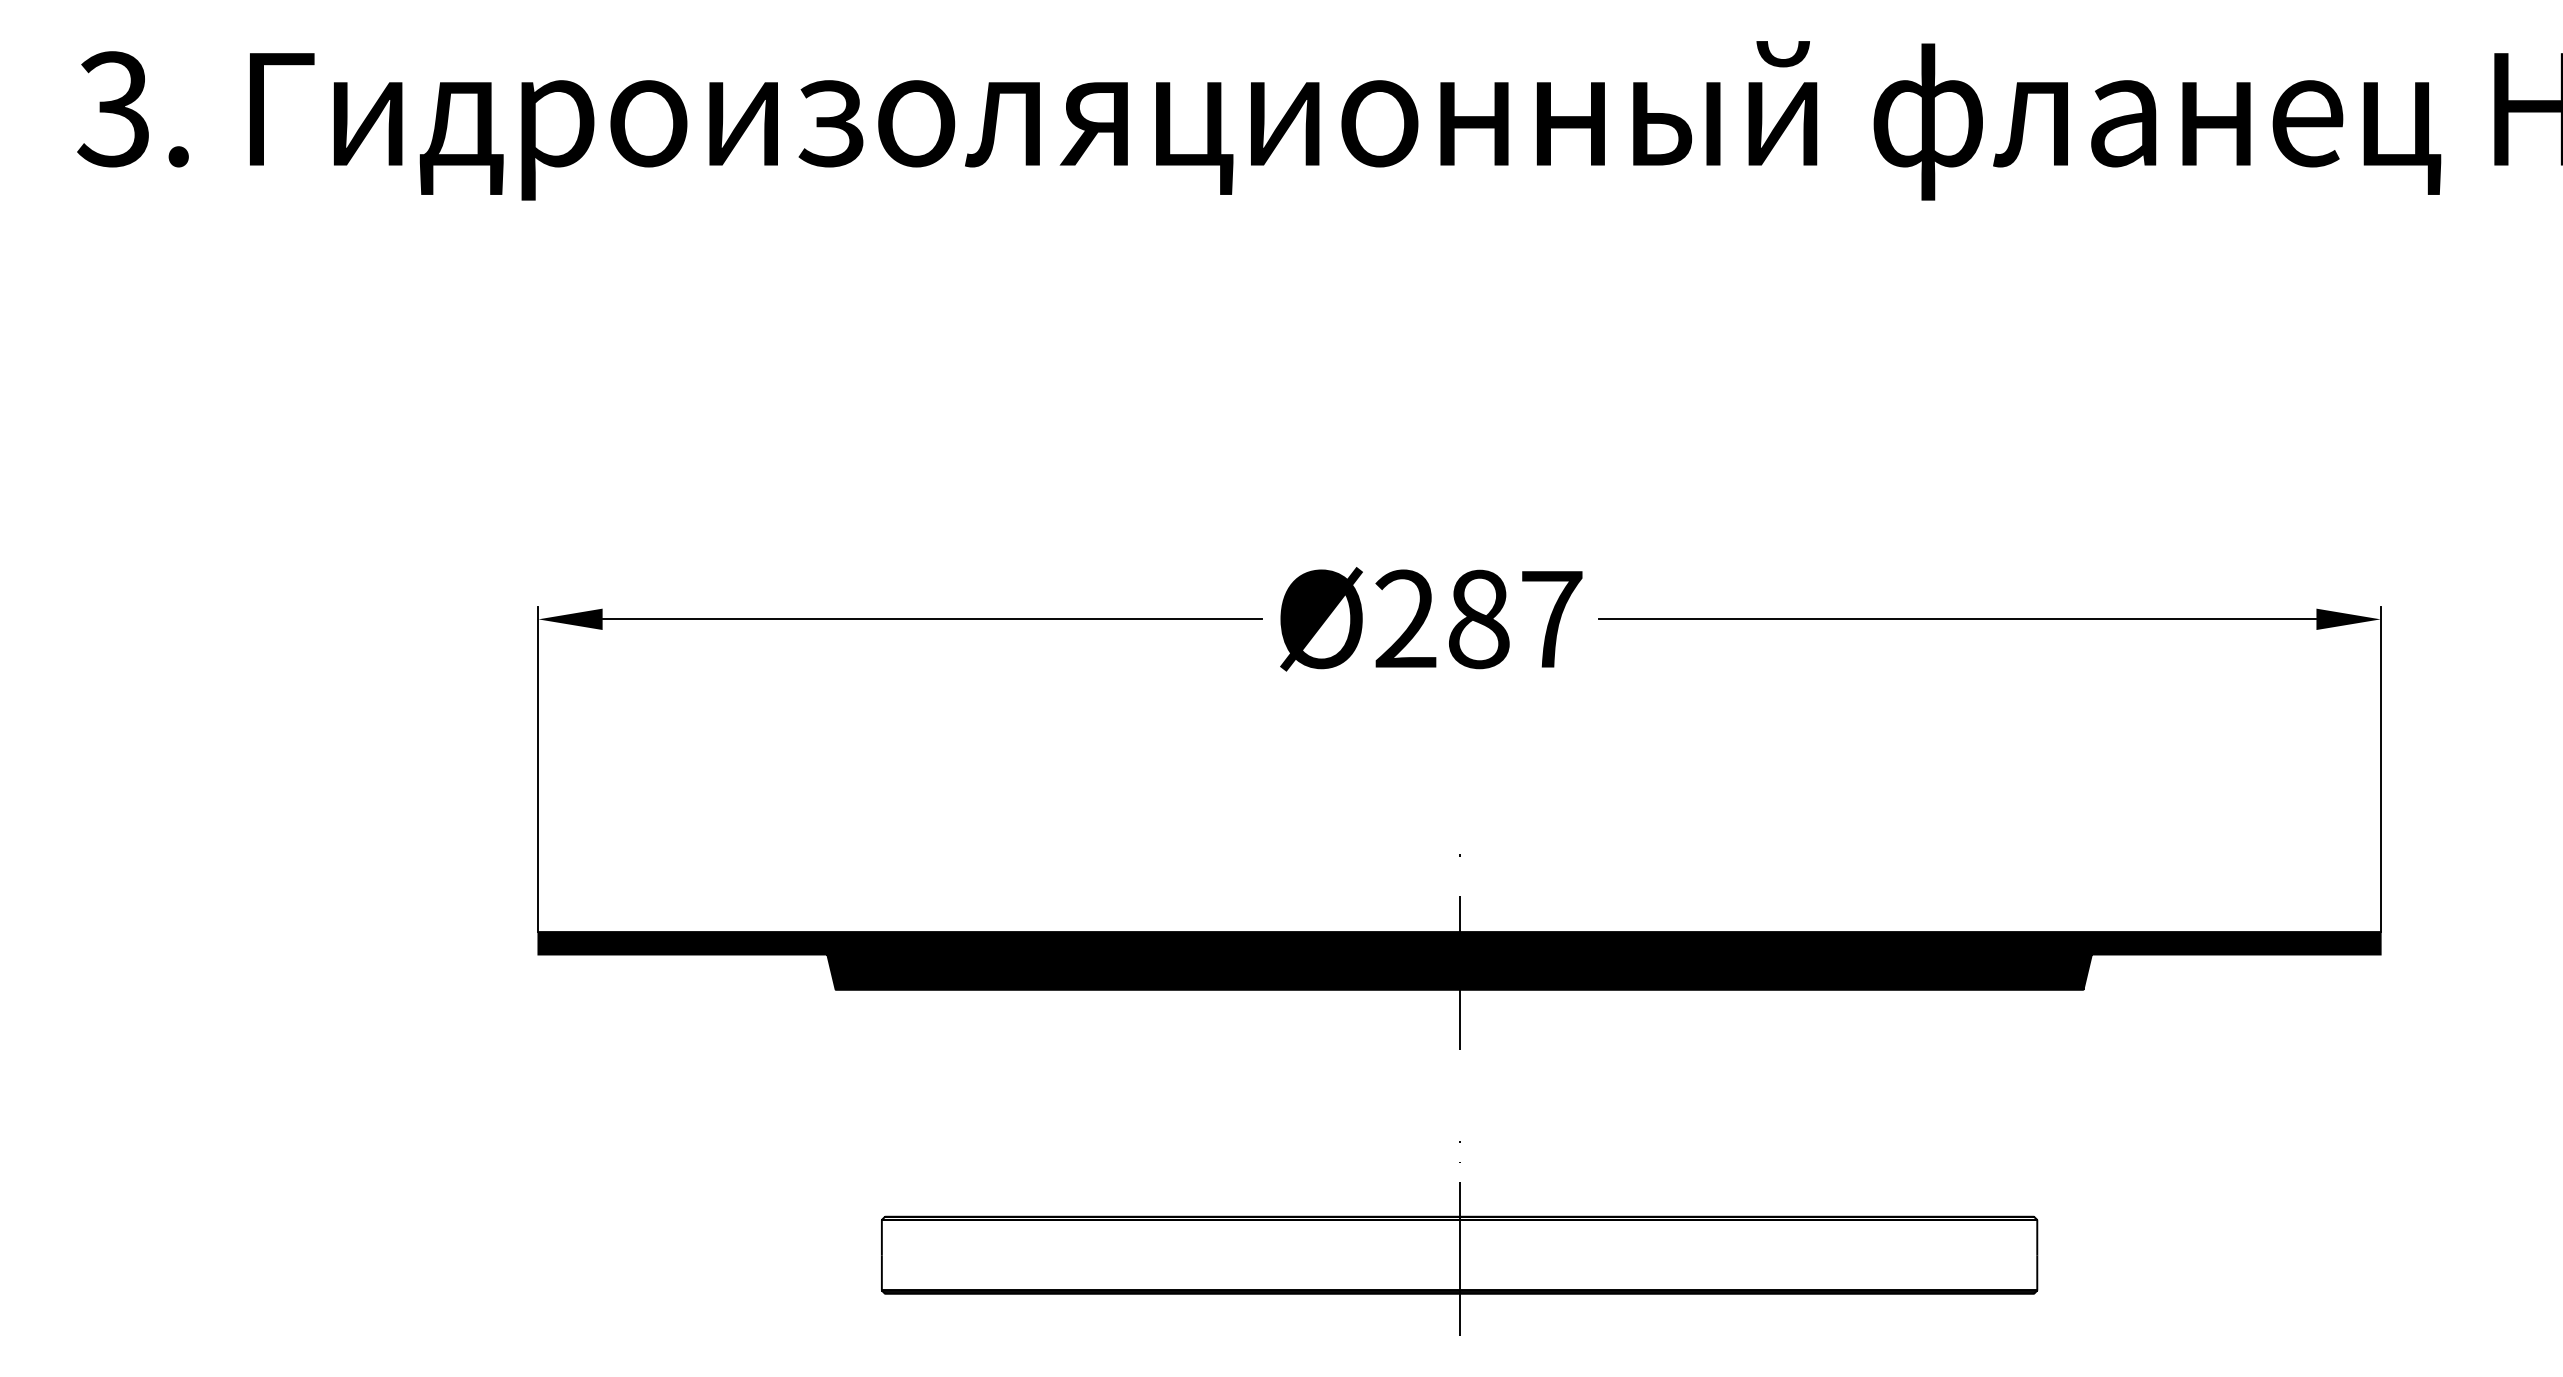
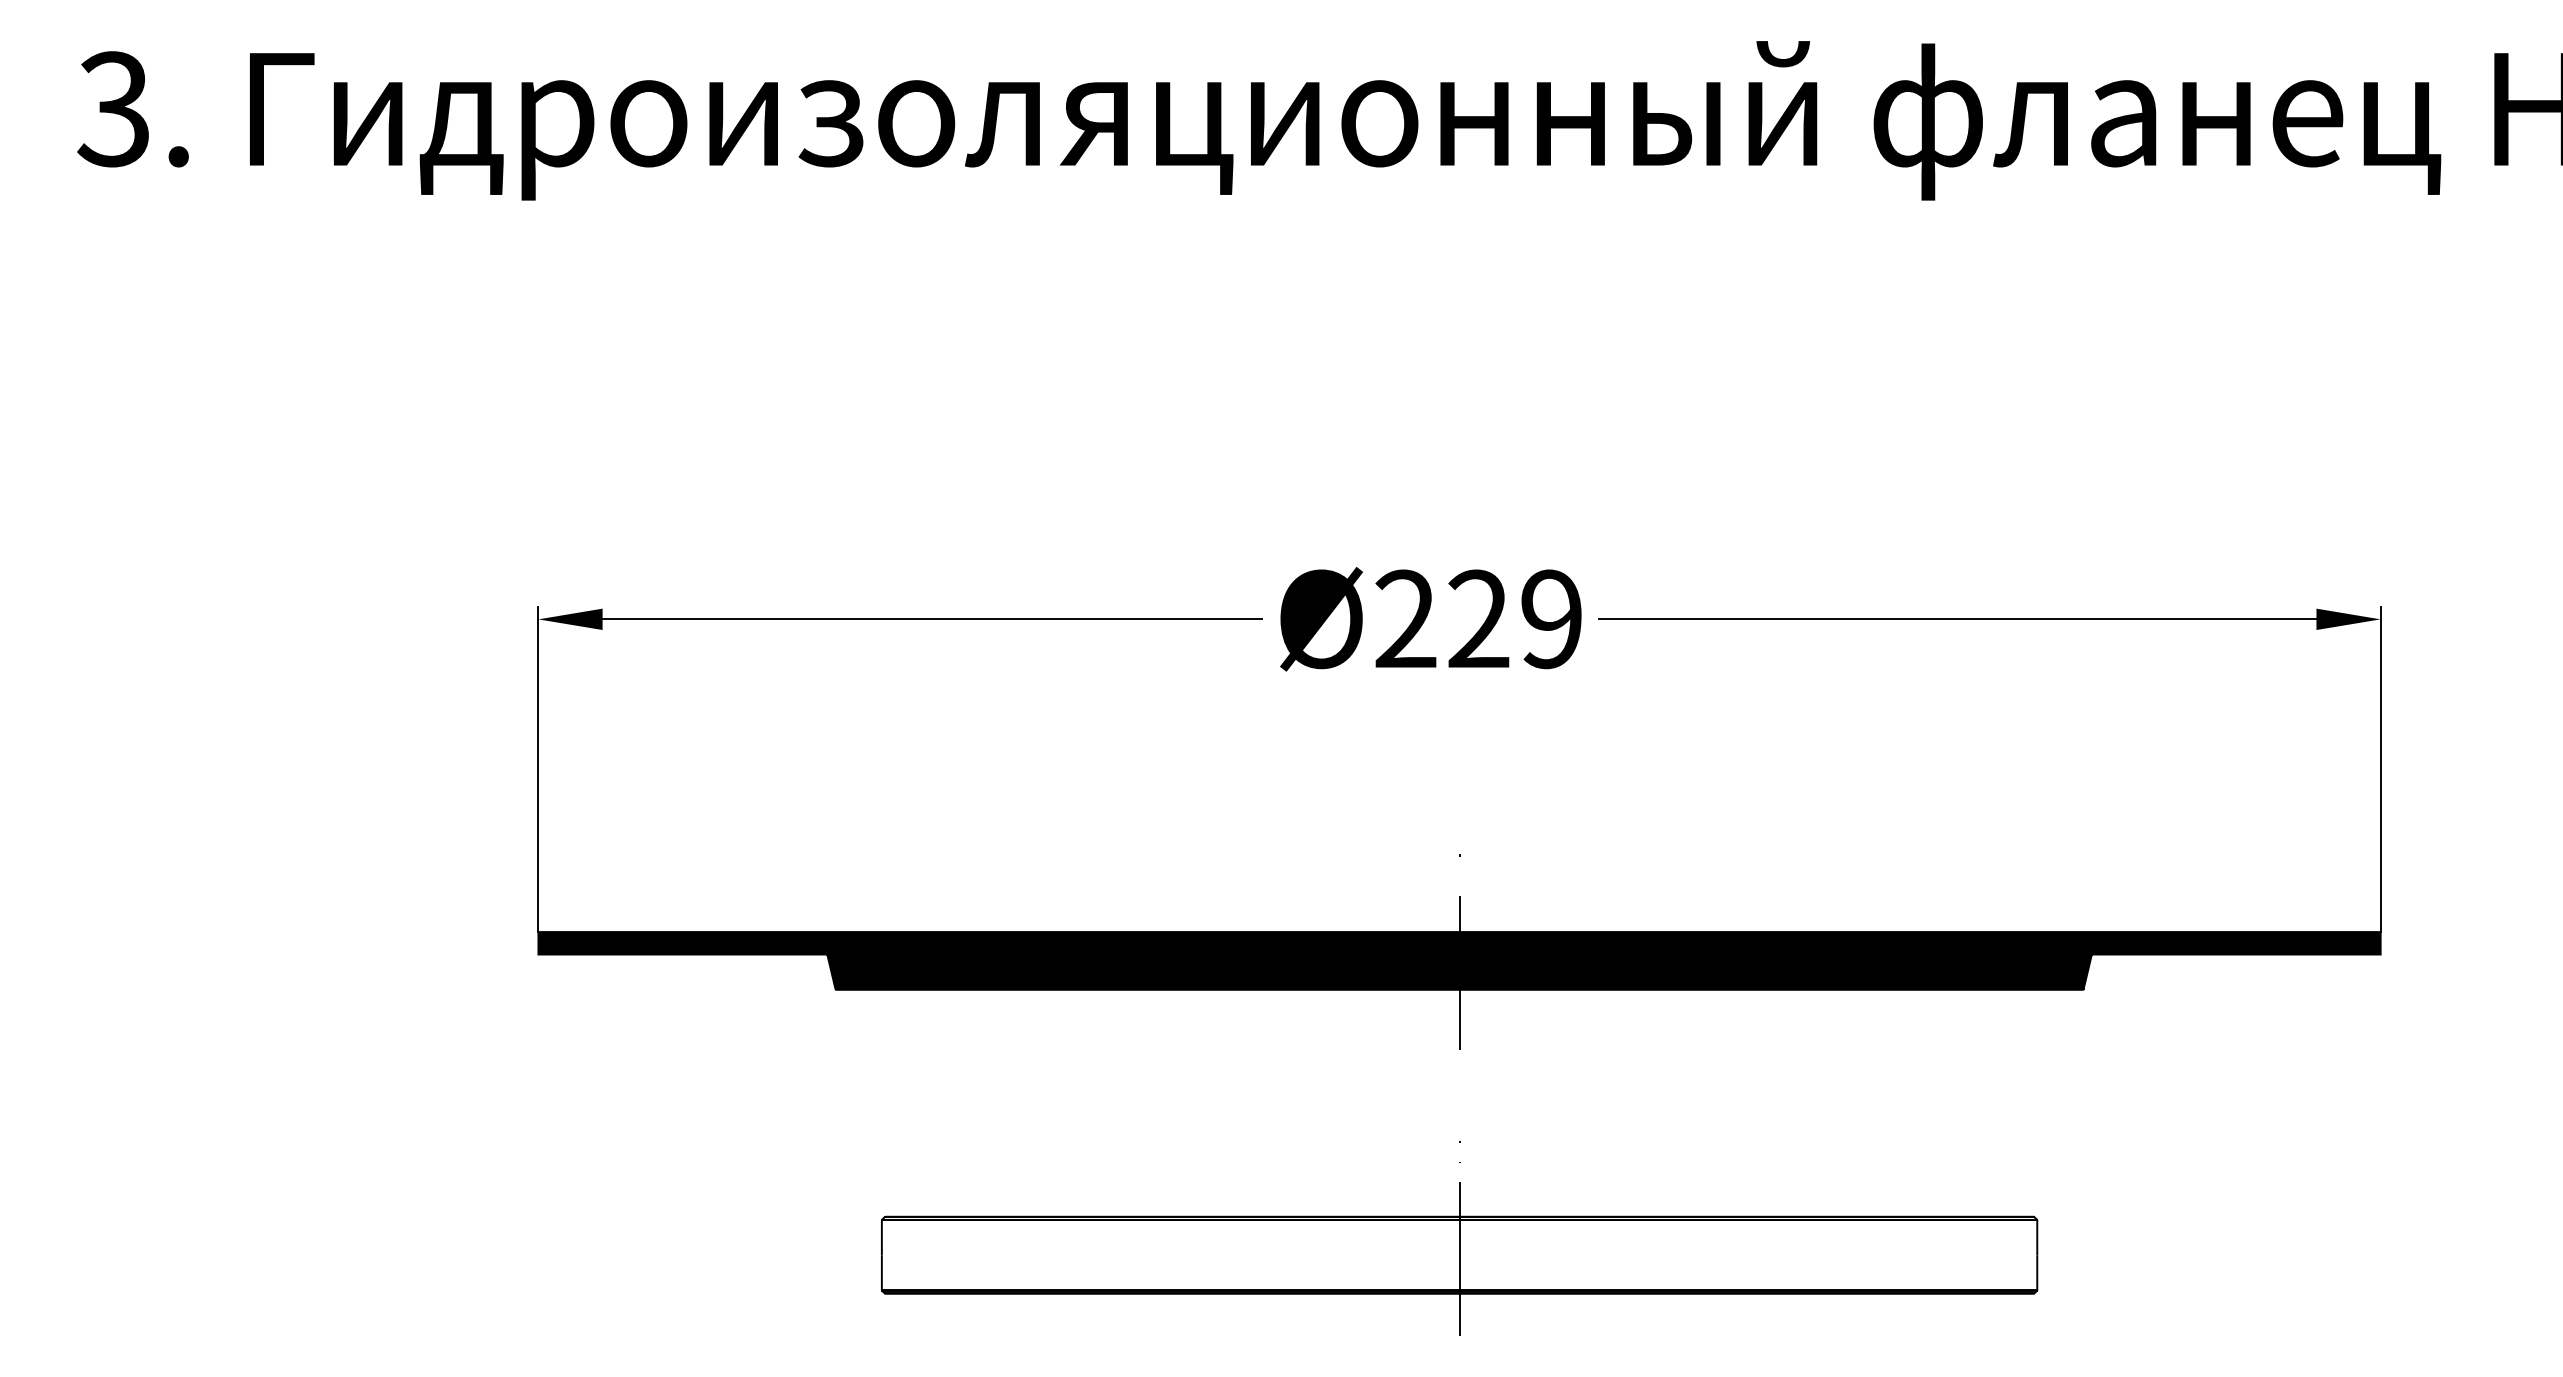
text at (1515, 619): Ø287 -> Ø229
